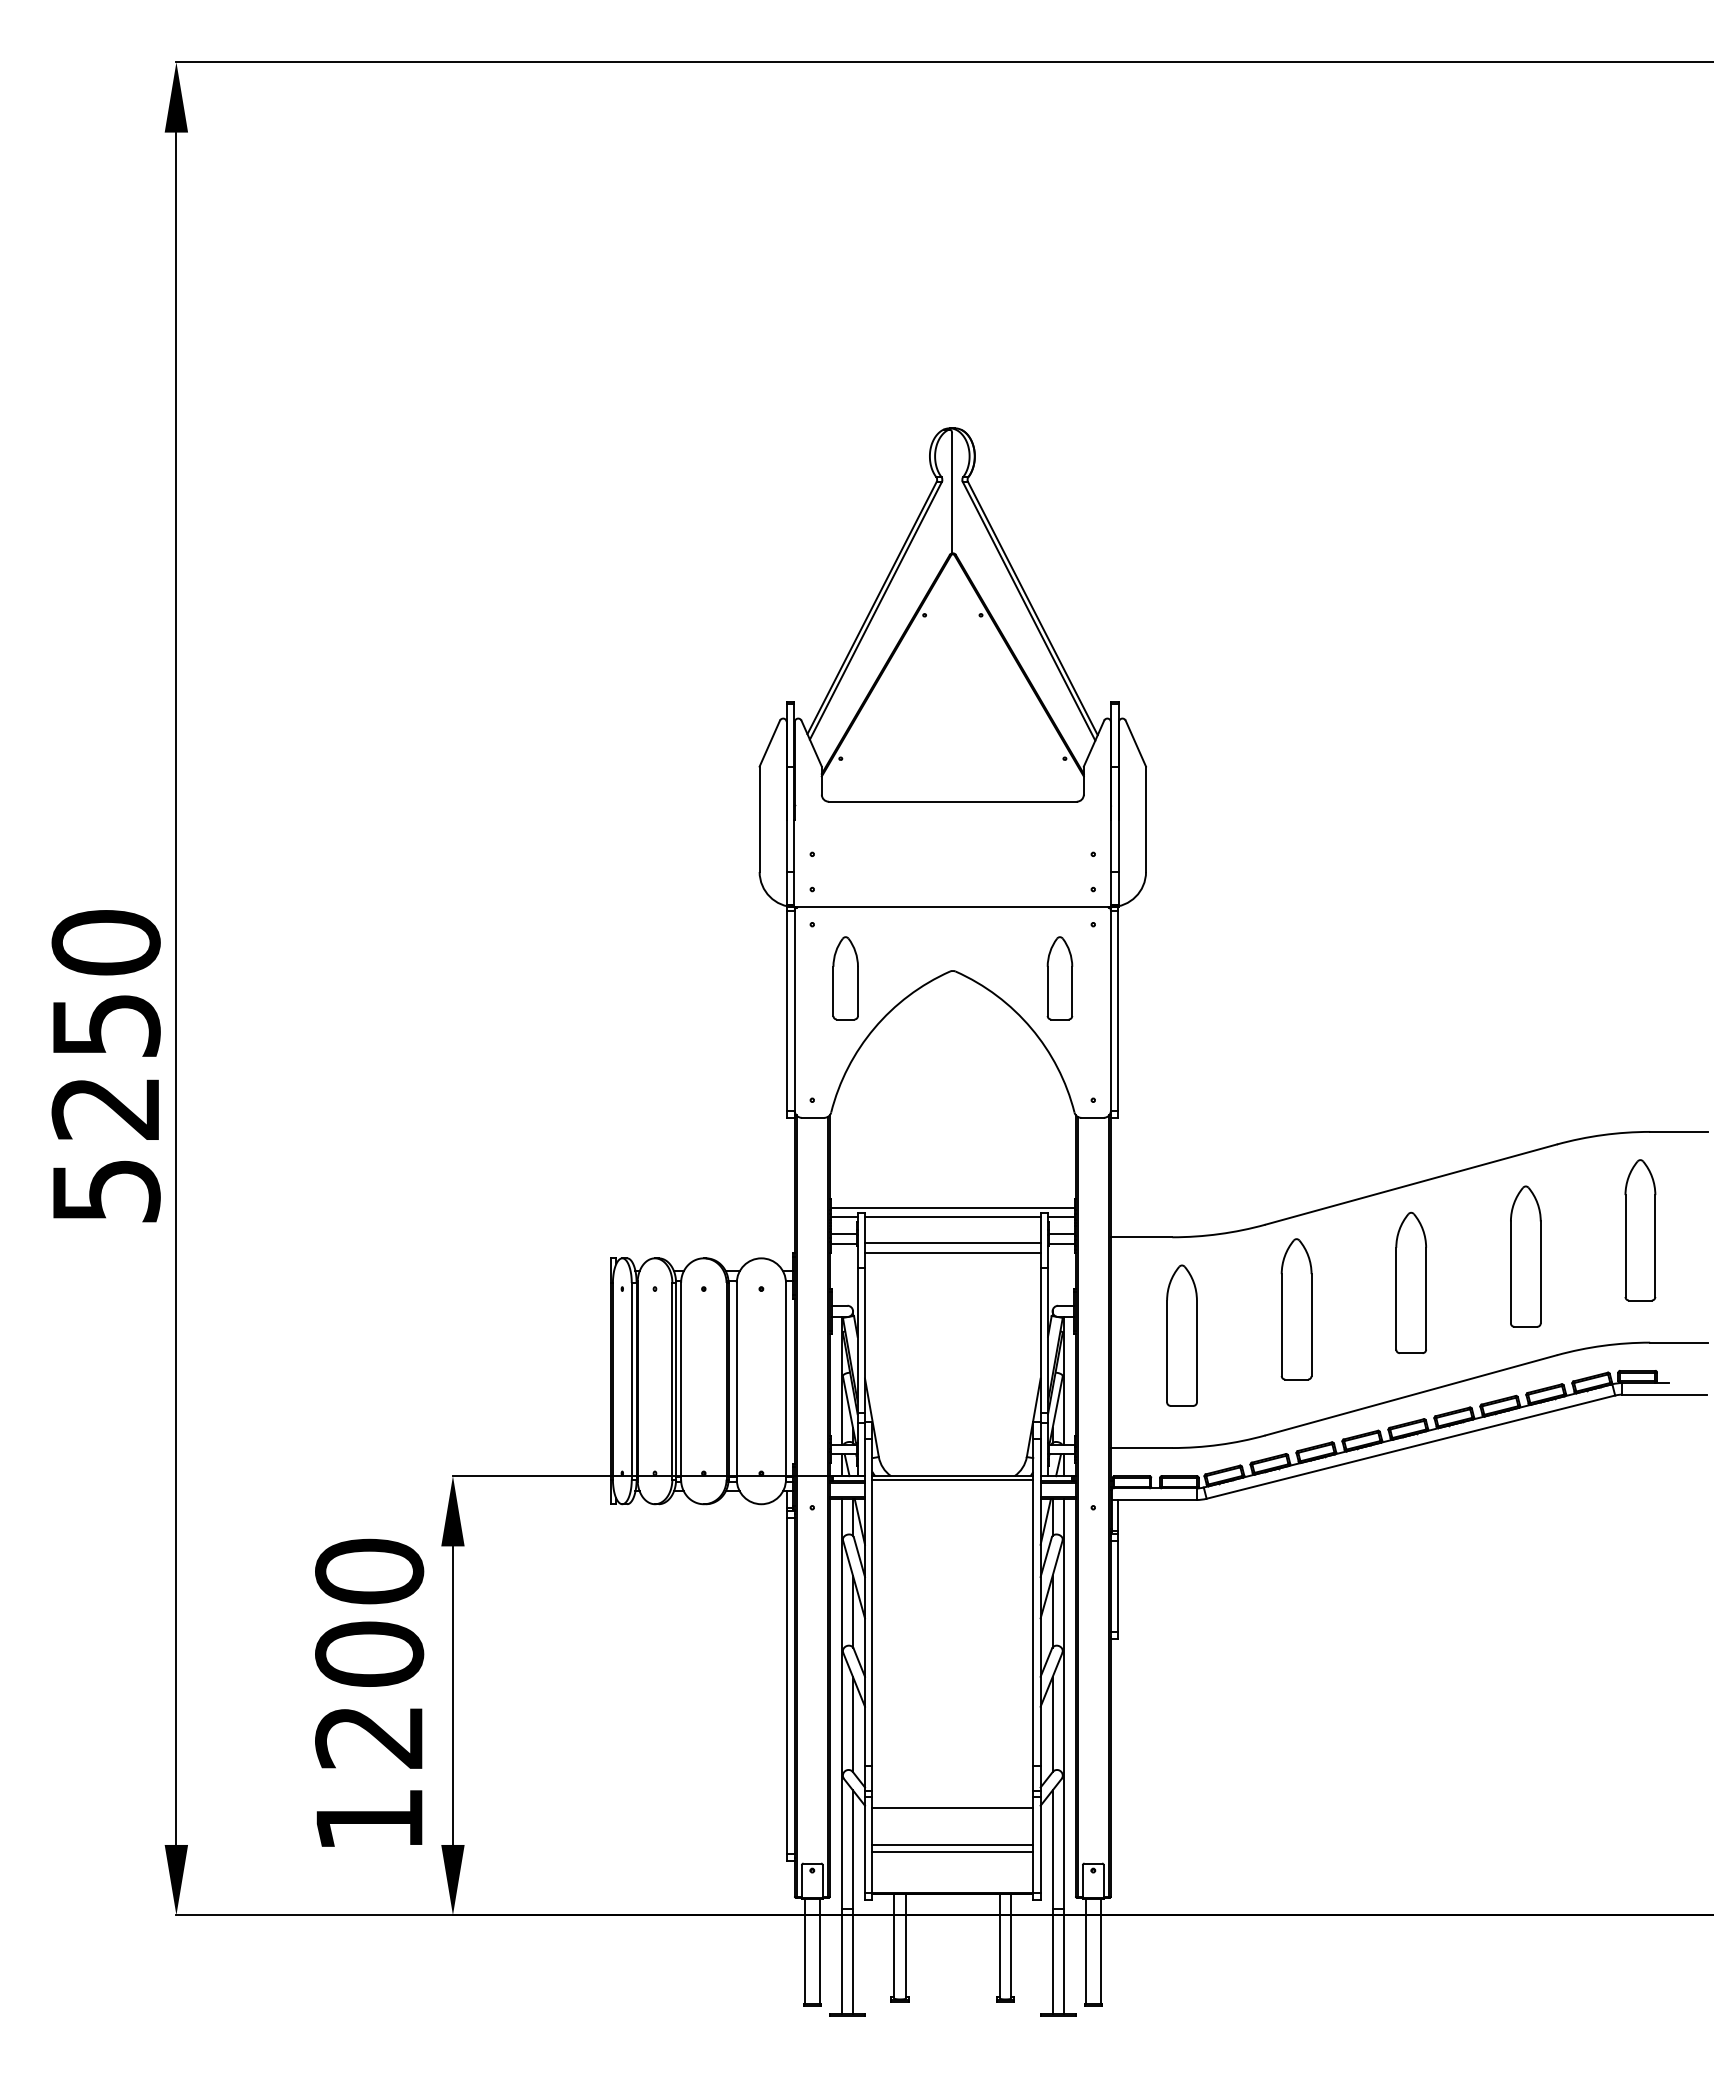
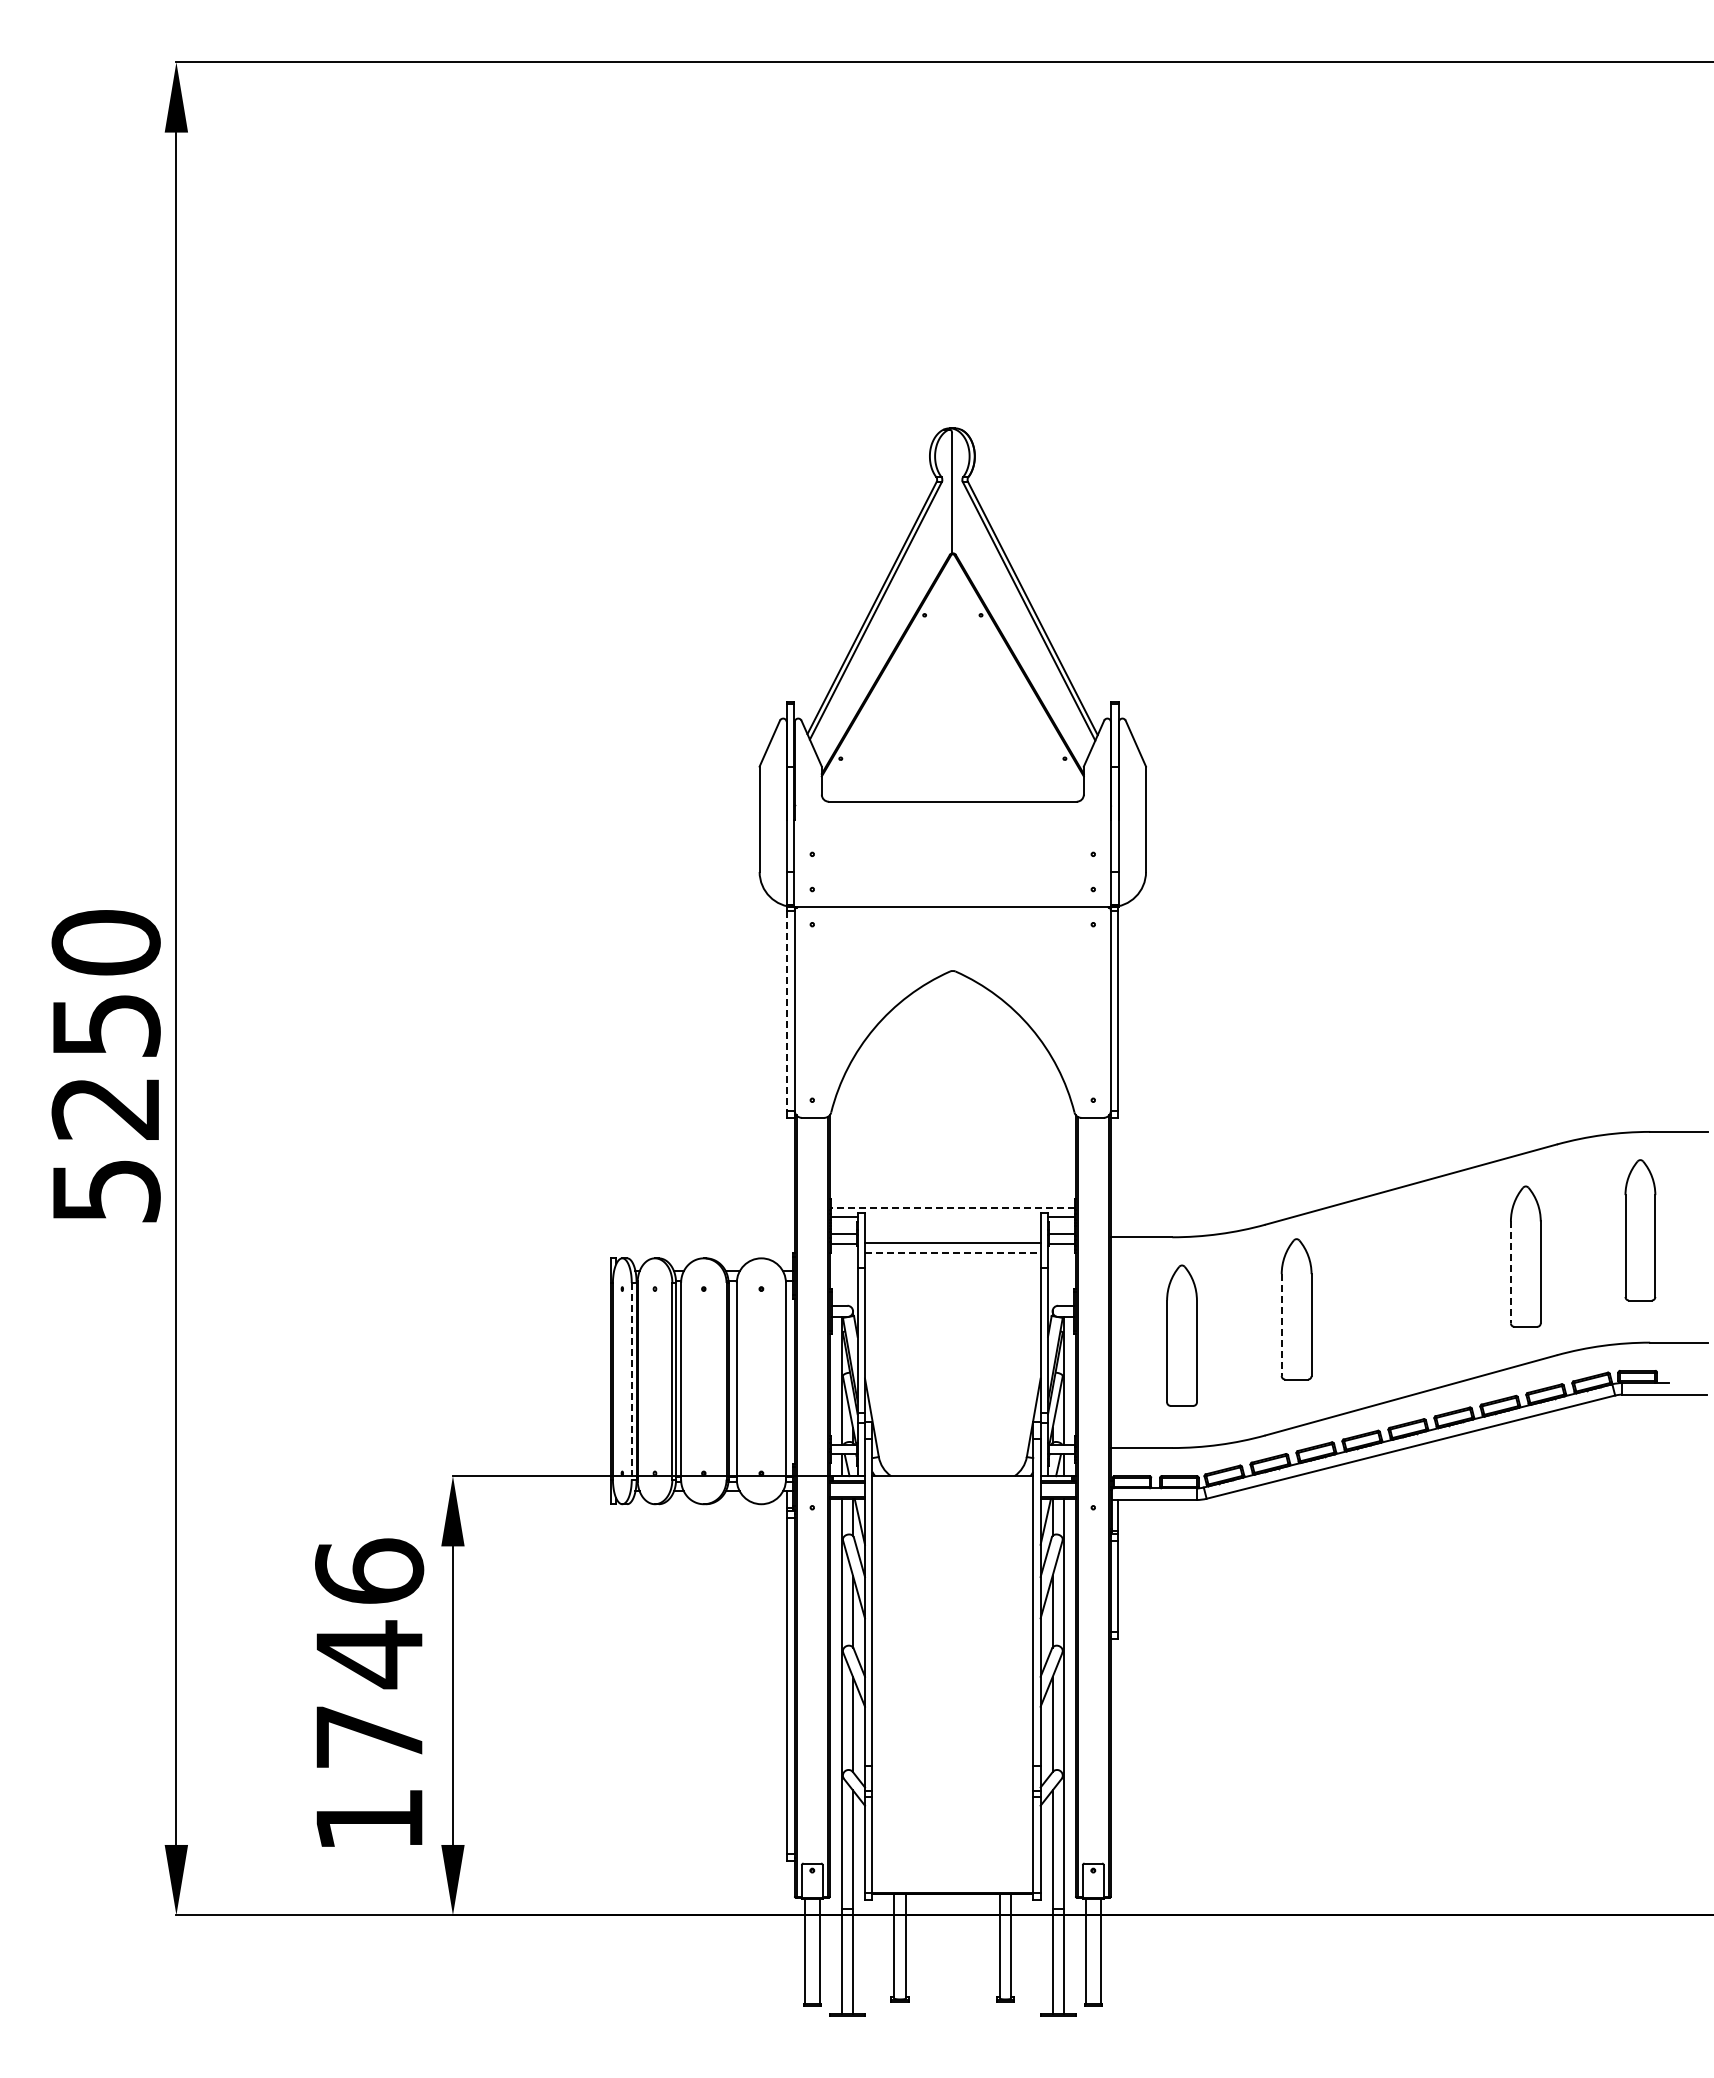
part at (845, 978): present -> none
part at (1059, 978): present -> none
line at (787, 1011): solid -> dashed
line at (952, 1207): solid -> dashed
line at (952, 1217): present -> none
line at (952, 1252): solid -> dashed
line at (1510, 1272): solid -> dashed
part at (1410, 1282): present -> none
line at (1281, 1325): solid -> dashed
line at (631, 1381): solid -> dashed
line at (952, 1480): present -> none
text at (369, 1653): 1200 -> 1746
line at (952, 1807): present -> none
line at (952, 1845): present -> none
line at (952, 1851): present -> none
